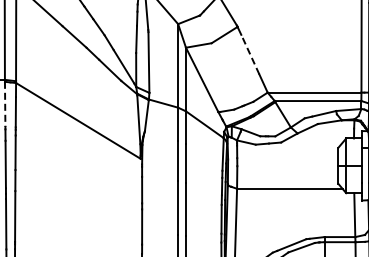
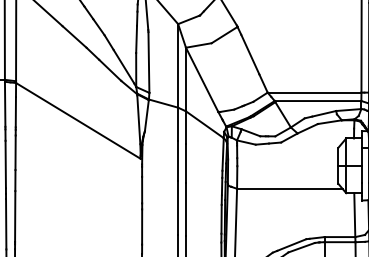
line at (250, 54): dashed -> solid
line at (5, 104): dashed -> solid
